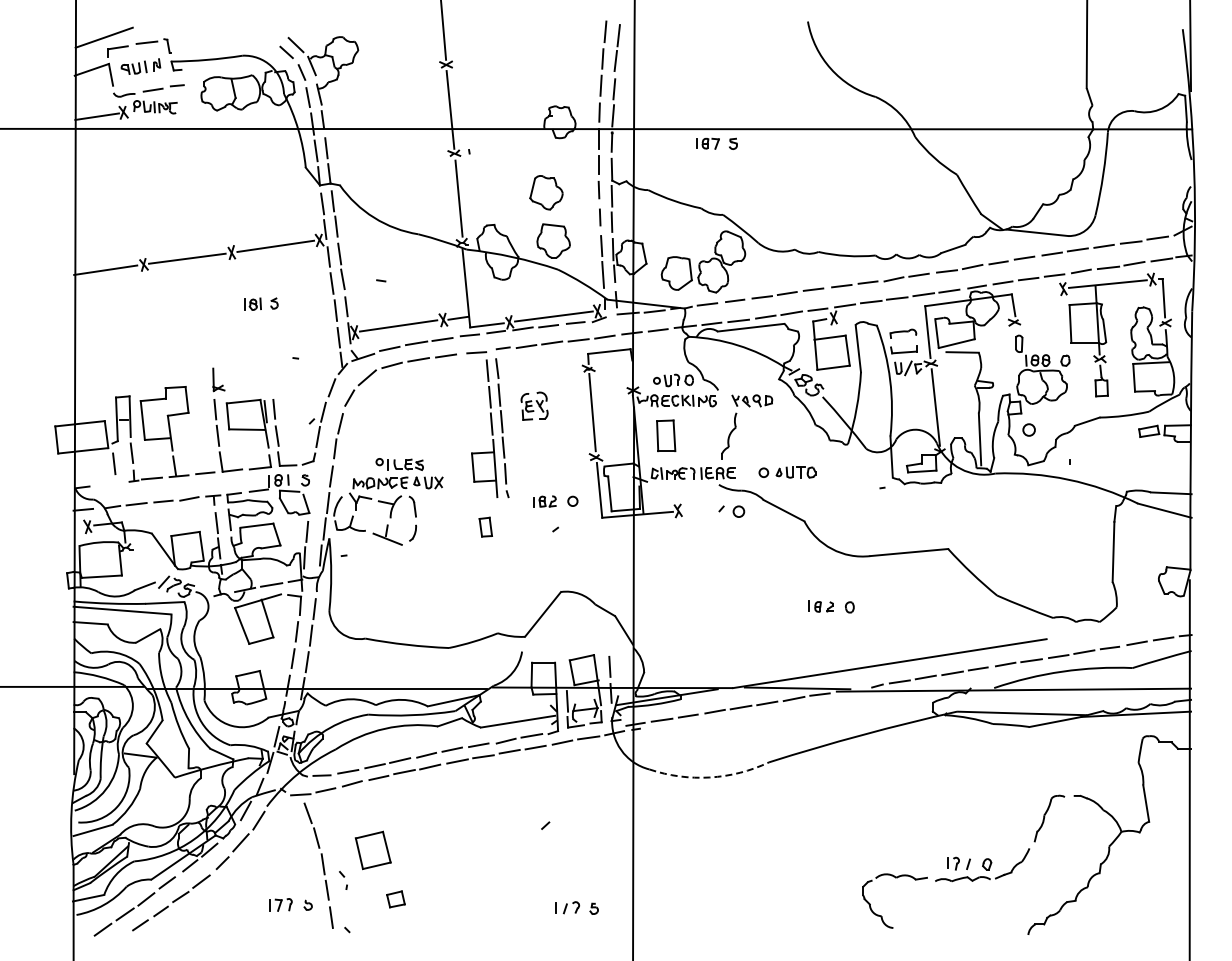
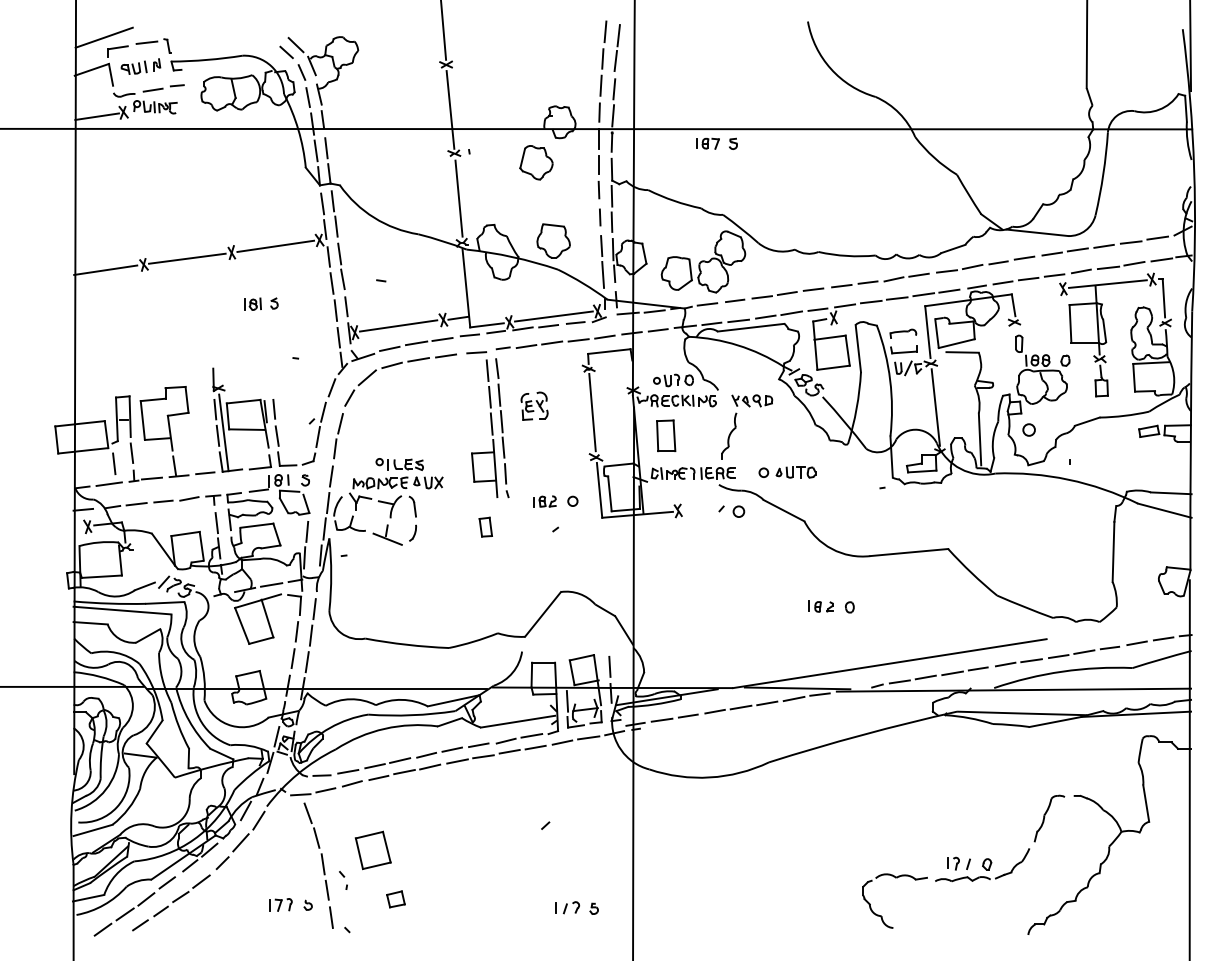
part at (546, 192) position: (546, 192) -> (536, 162)
line at (223, 432): none -> present
line at (108, 483): none -> present
arc at (709, 777): dashed -> solid
